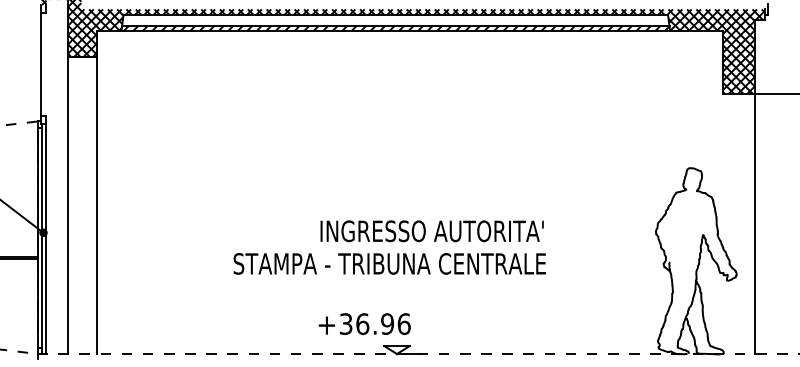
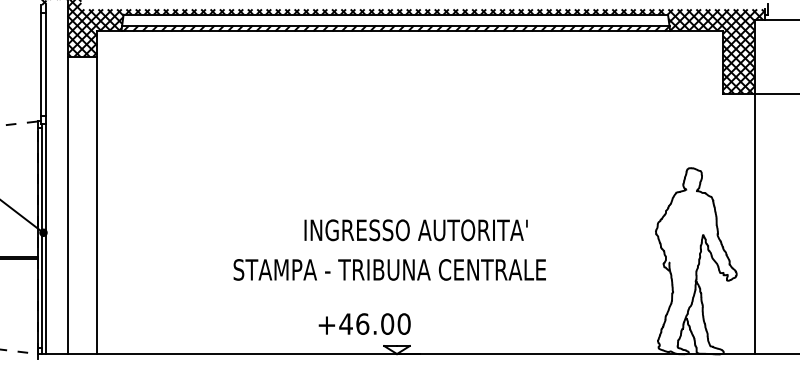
line at (780, 20): none -> present
line at (46, 63): none -> present
text at (431, 231) position: (431, 231) -> (415, 230)
text at (389, 263) position: (389, 263) -> (389, 269)
text at (374, 323): +36.96 -> +46.00
line at (418, 354): dashed -> solid
